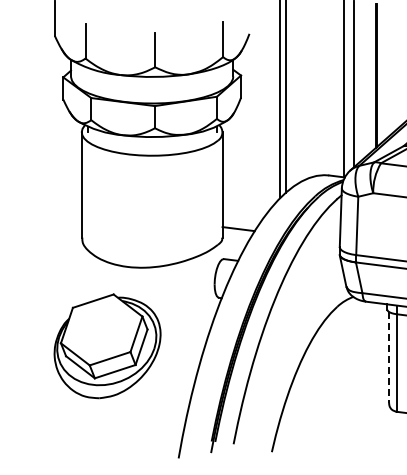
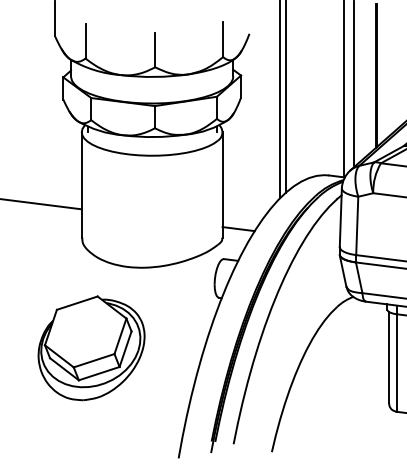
line at (41, 204): none -> present
part at (107, 346) position: (107, 346) -> (91, 348)
line at (389, 357): dashed -> solid
